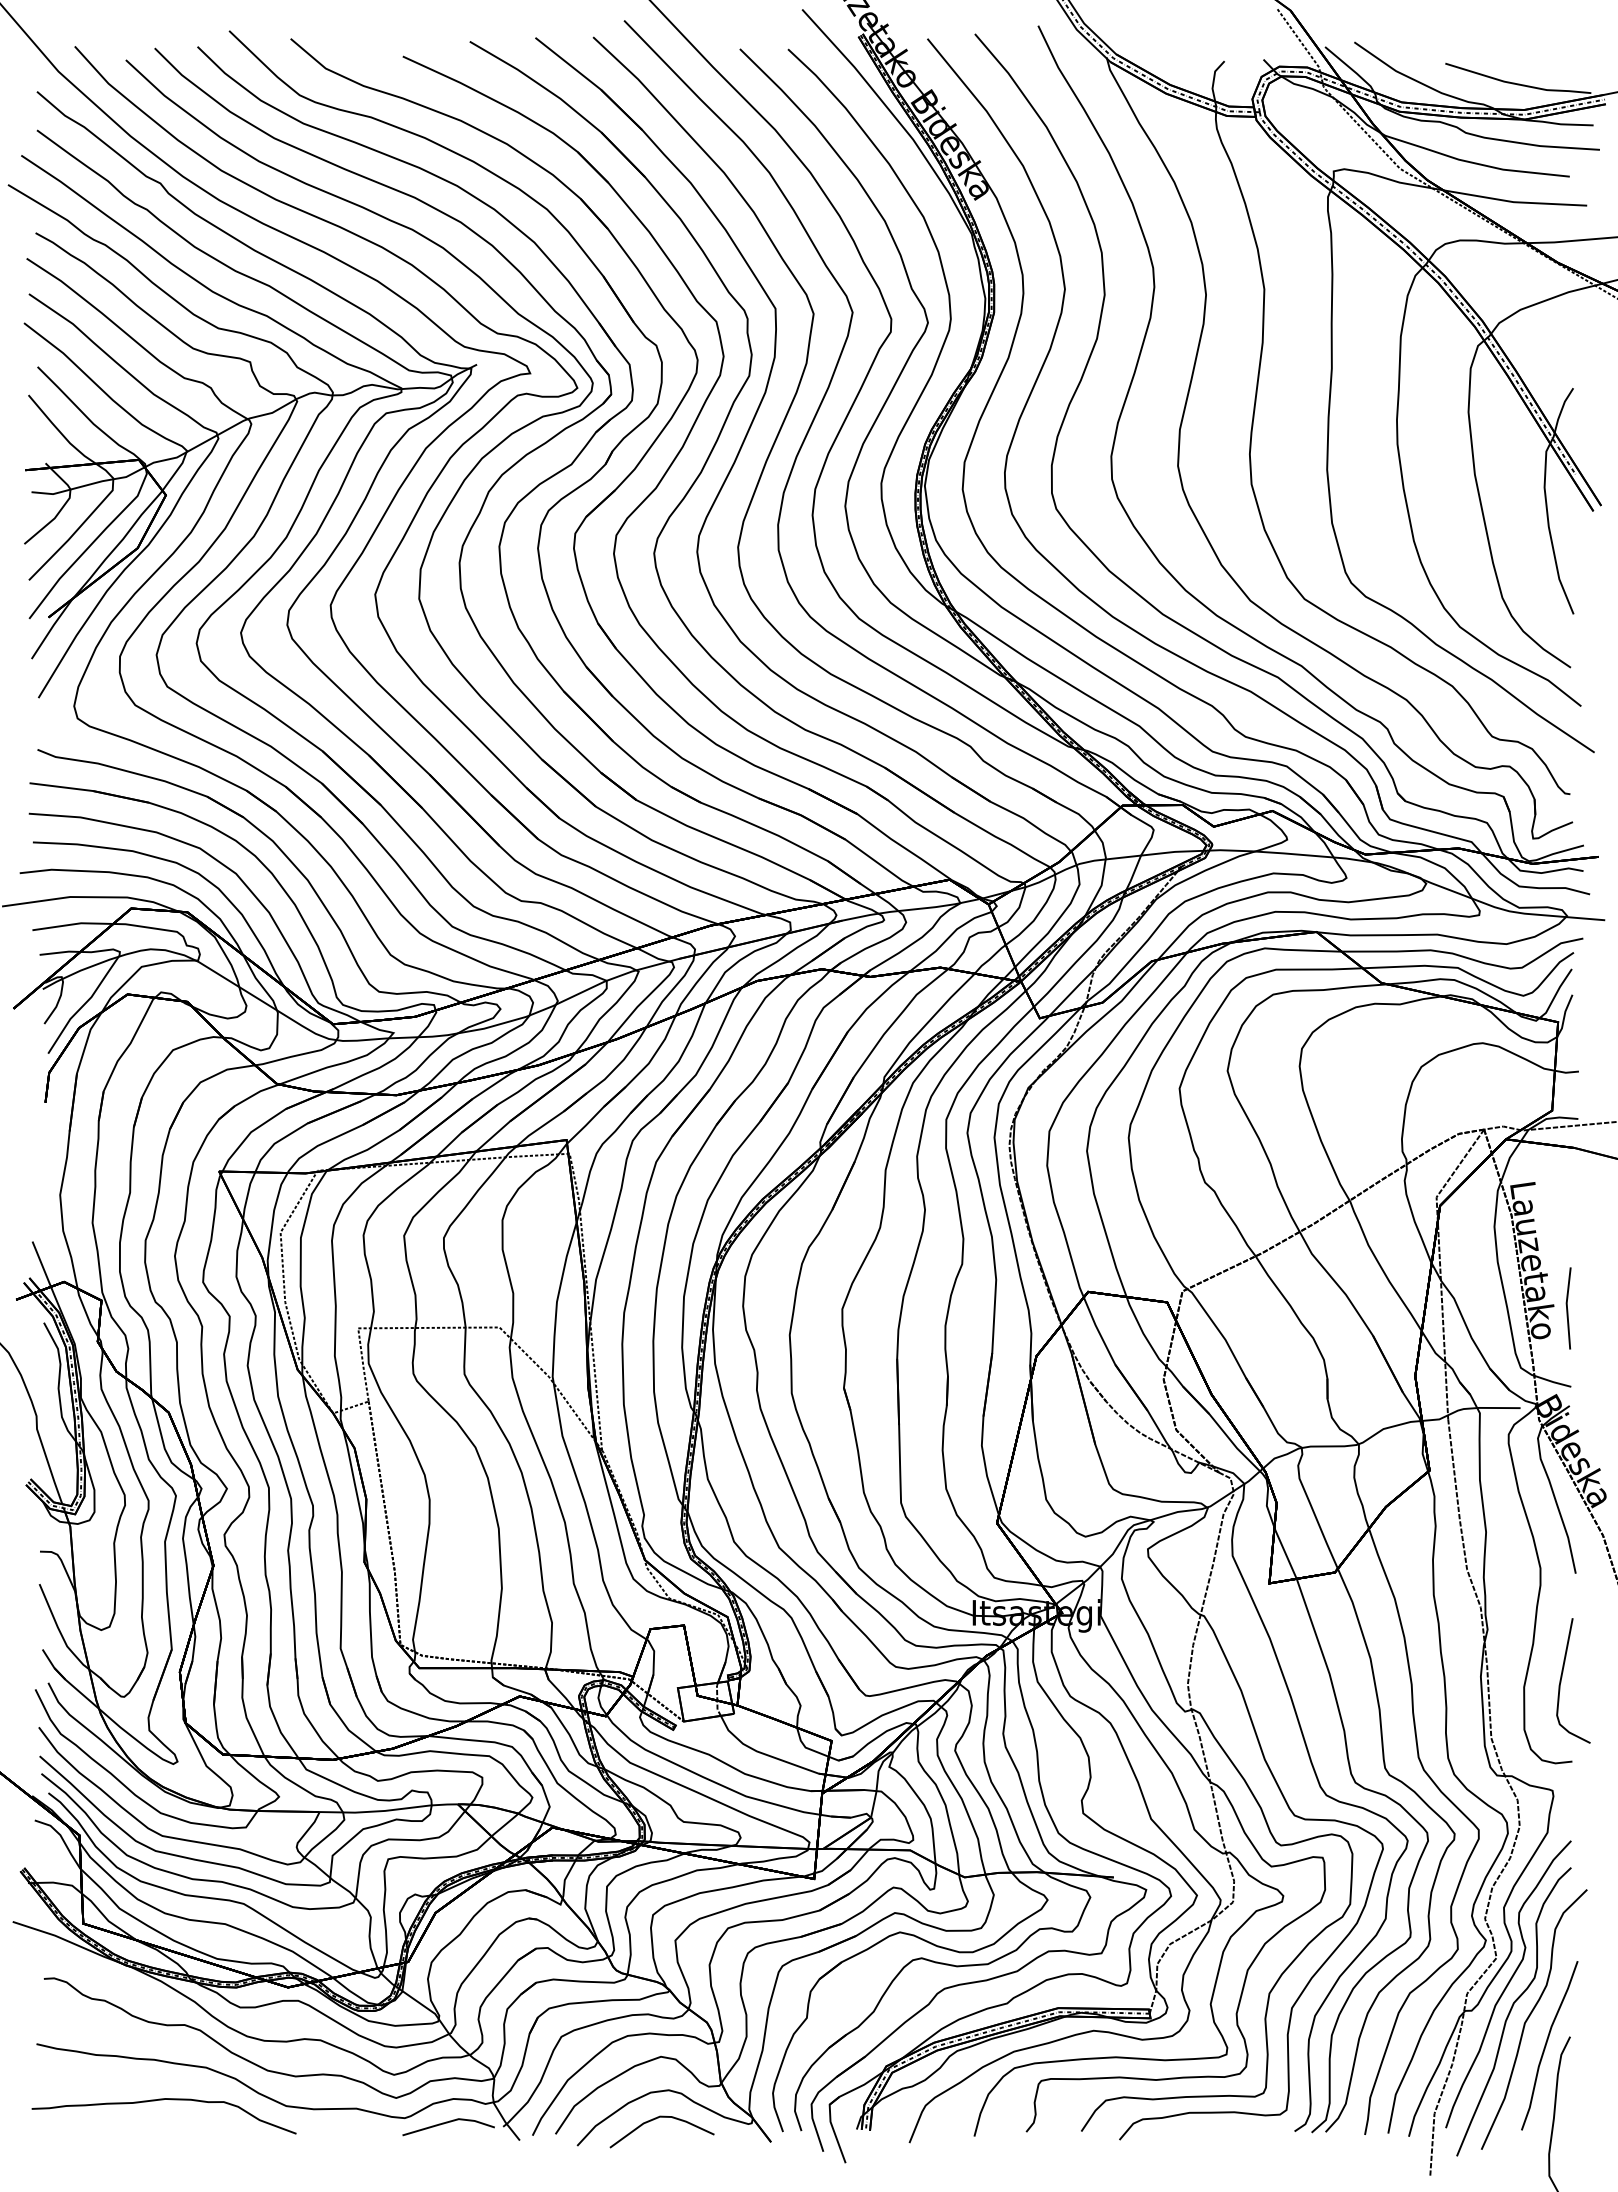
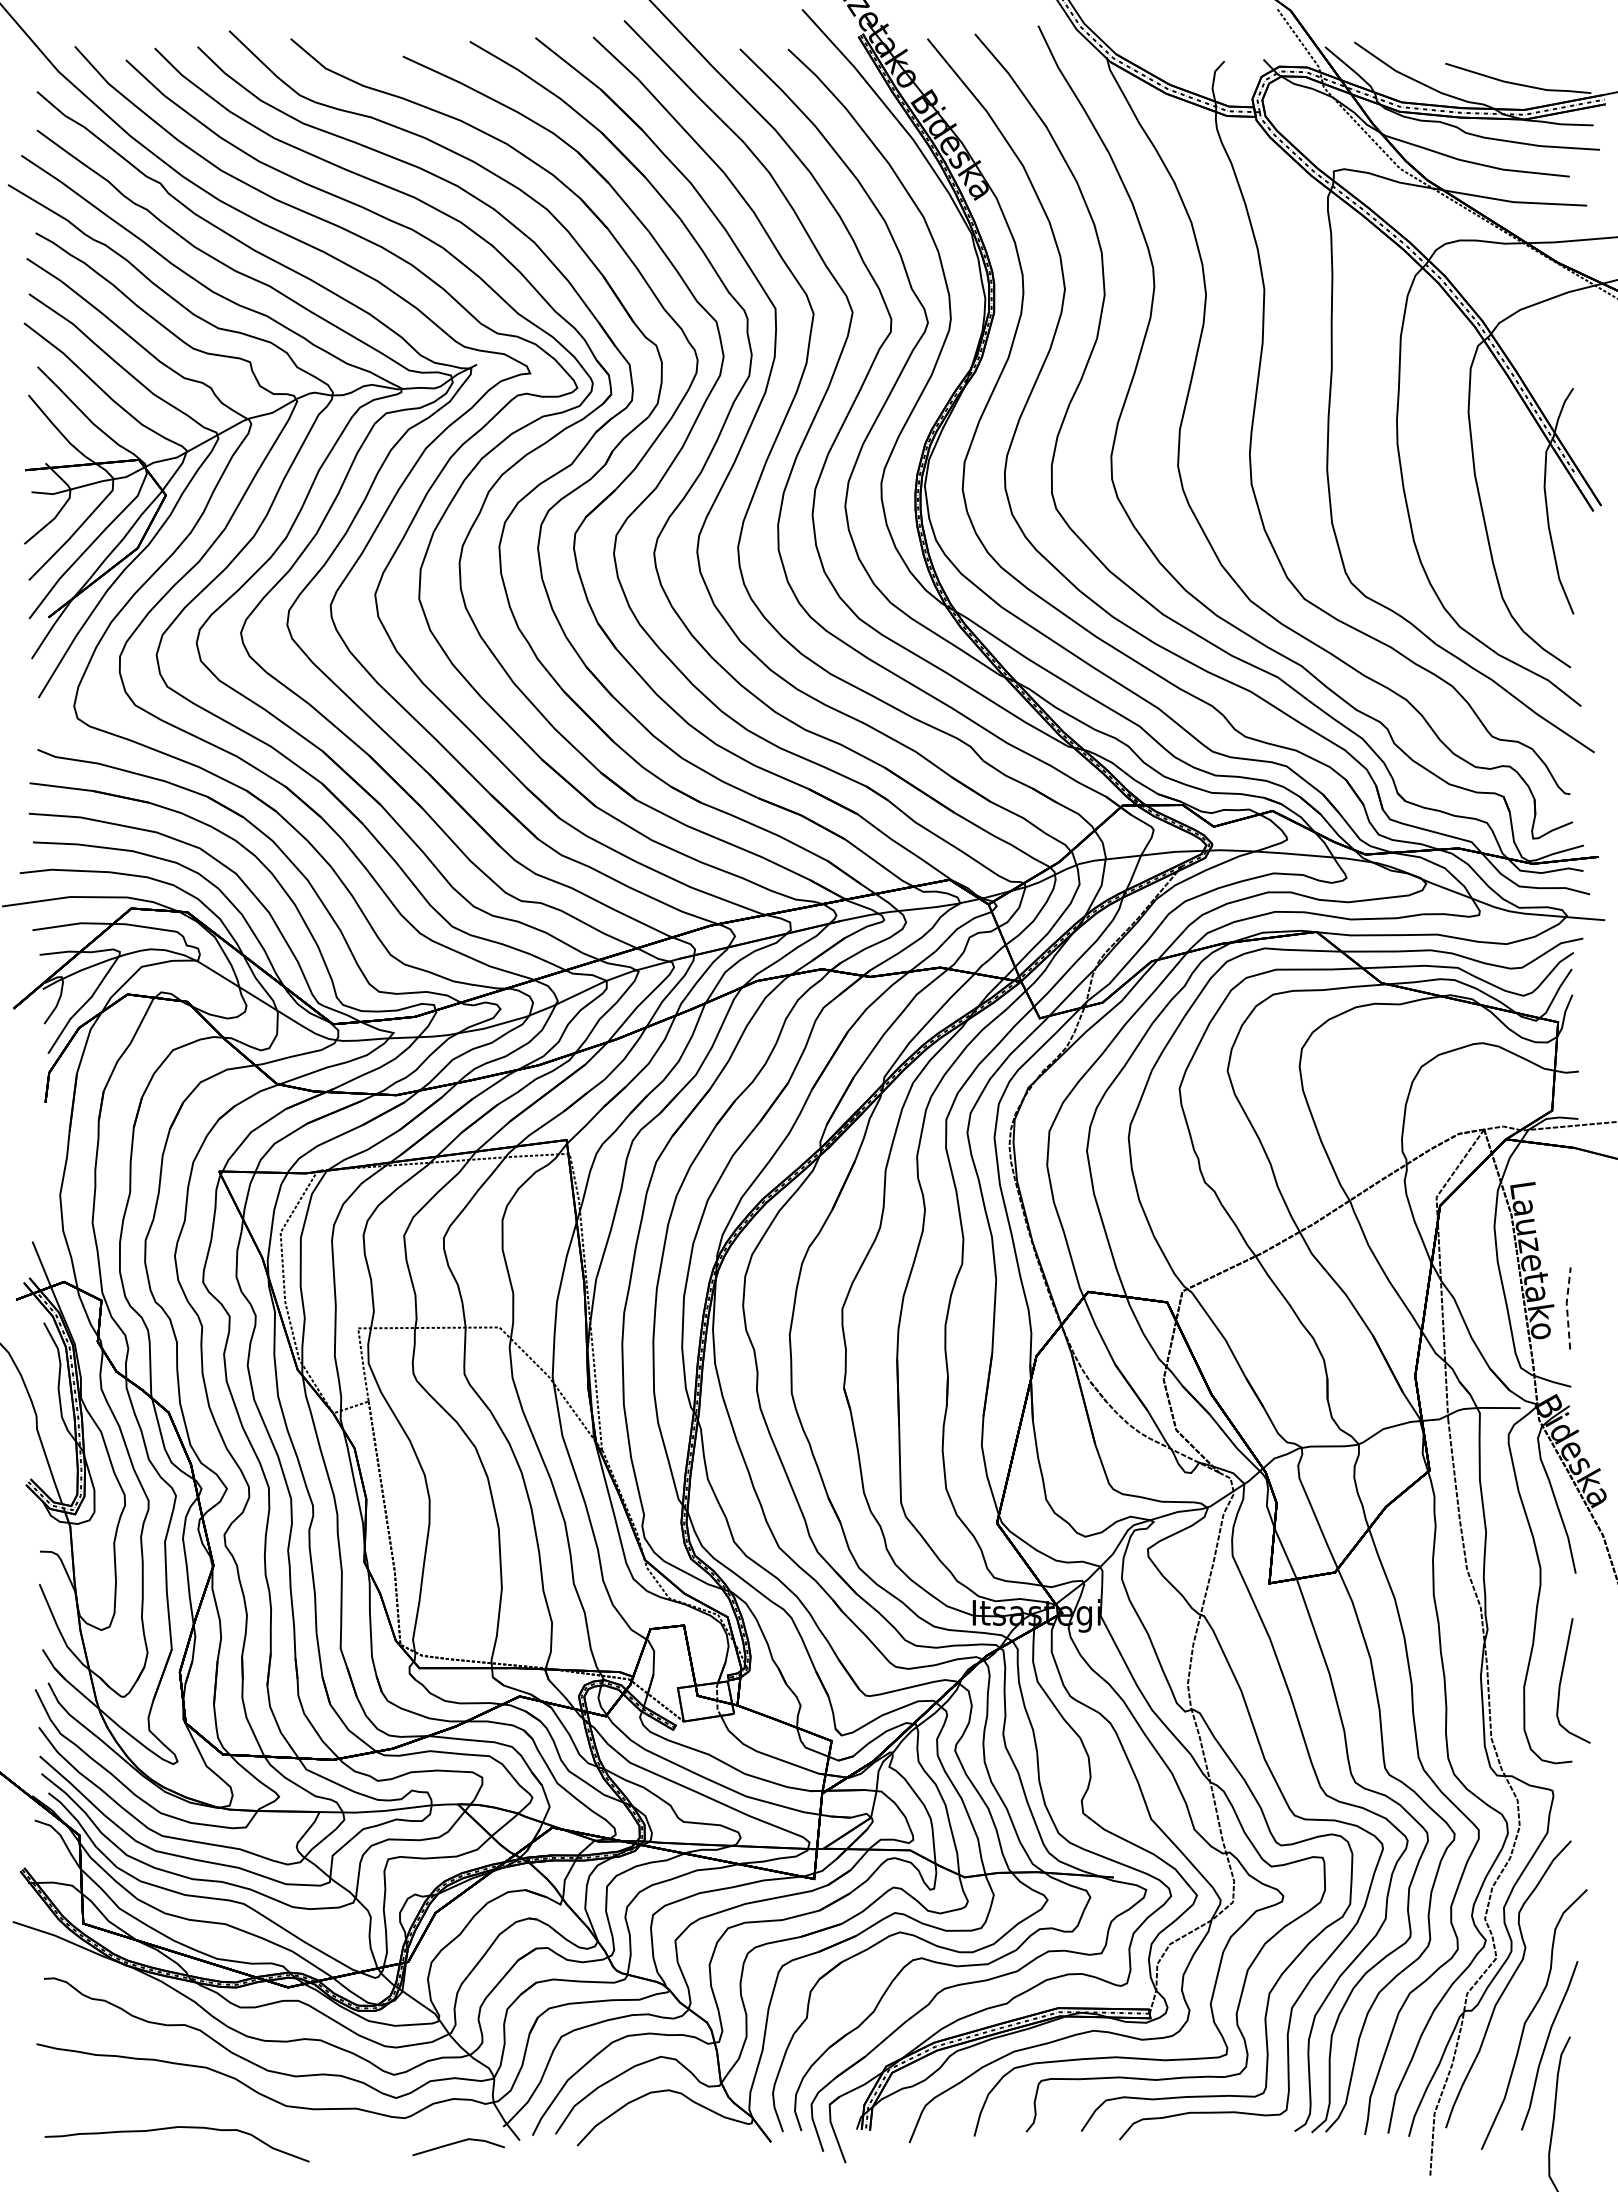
line at (1566, 1307): solid -> dashed
curve at (1511, 2011): present -> none
curve at (163, 2100) position: (163, 2100) -> (176, 2128)
curve at (656, 2119): present -> none
line at (447, 2123) position: (447, 2123) -> (457, 2143)
